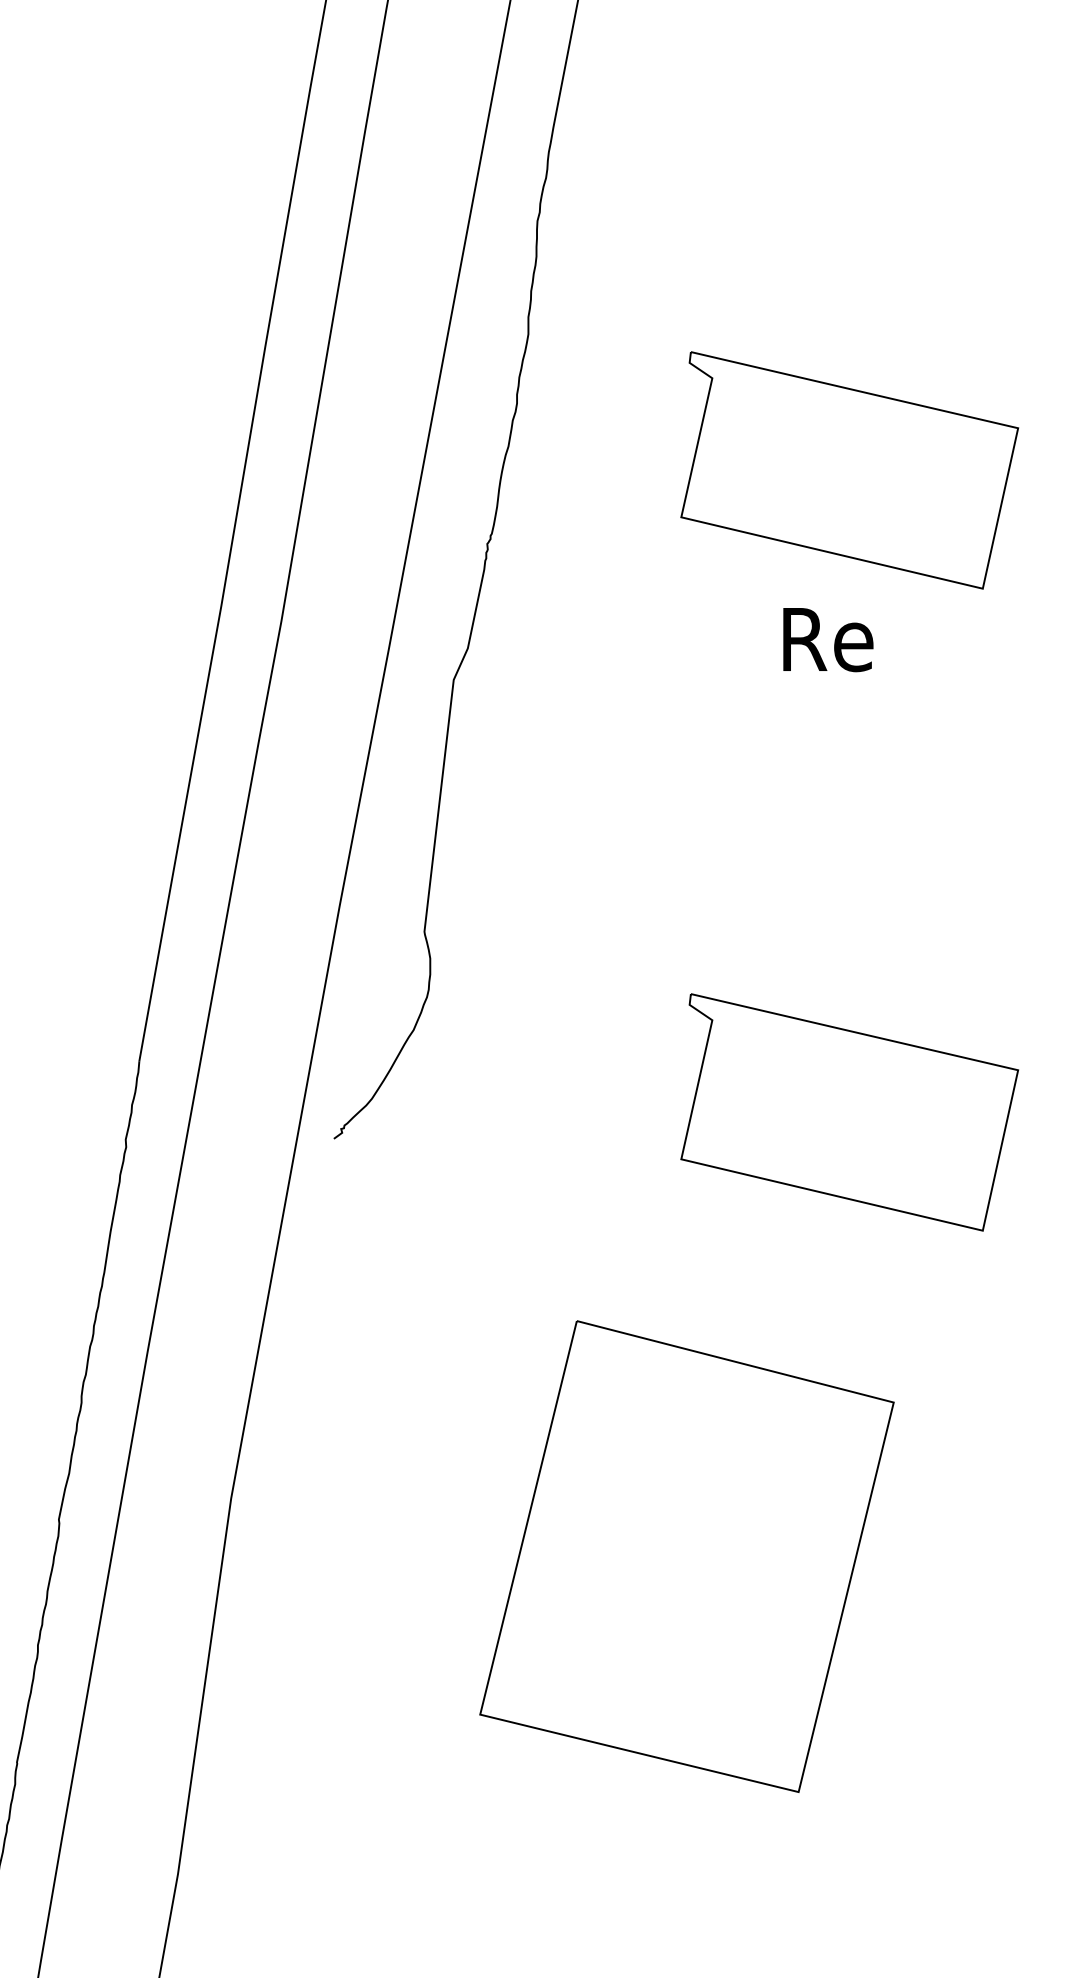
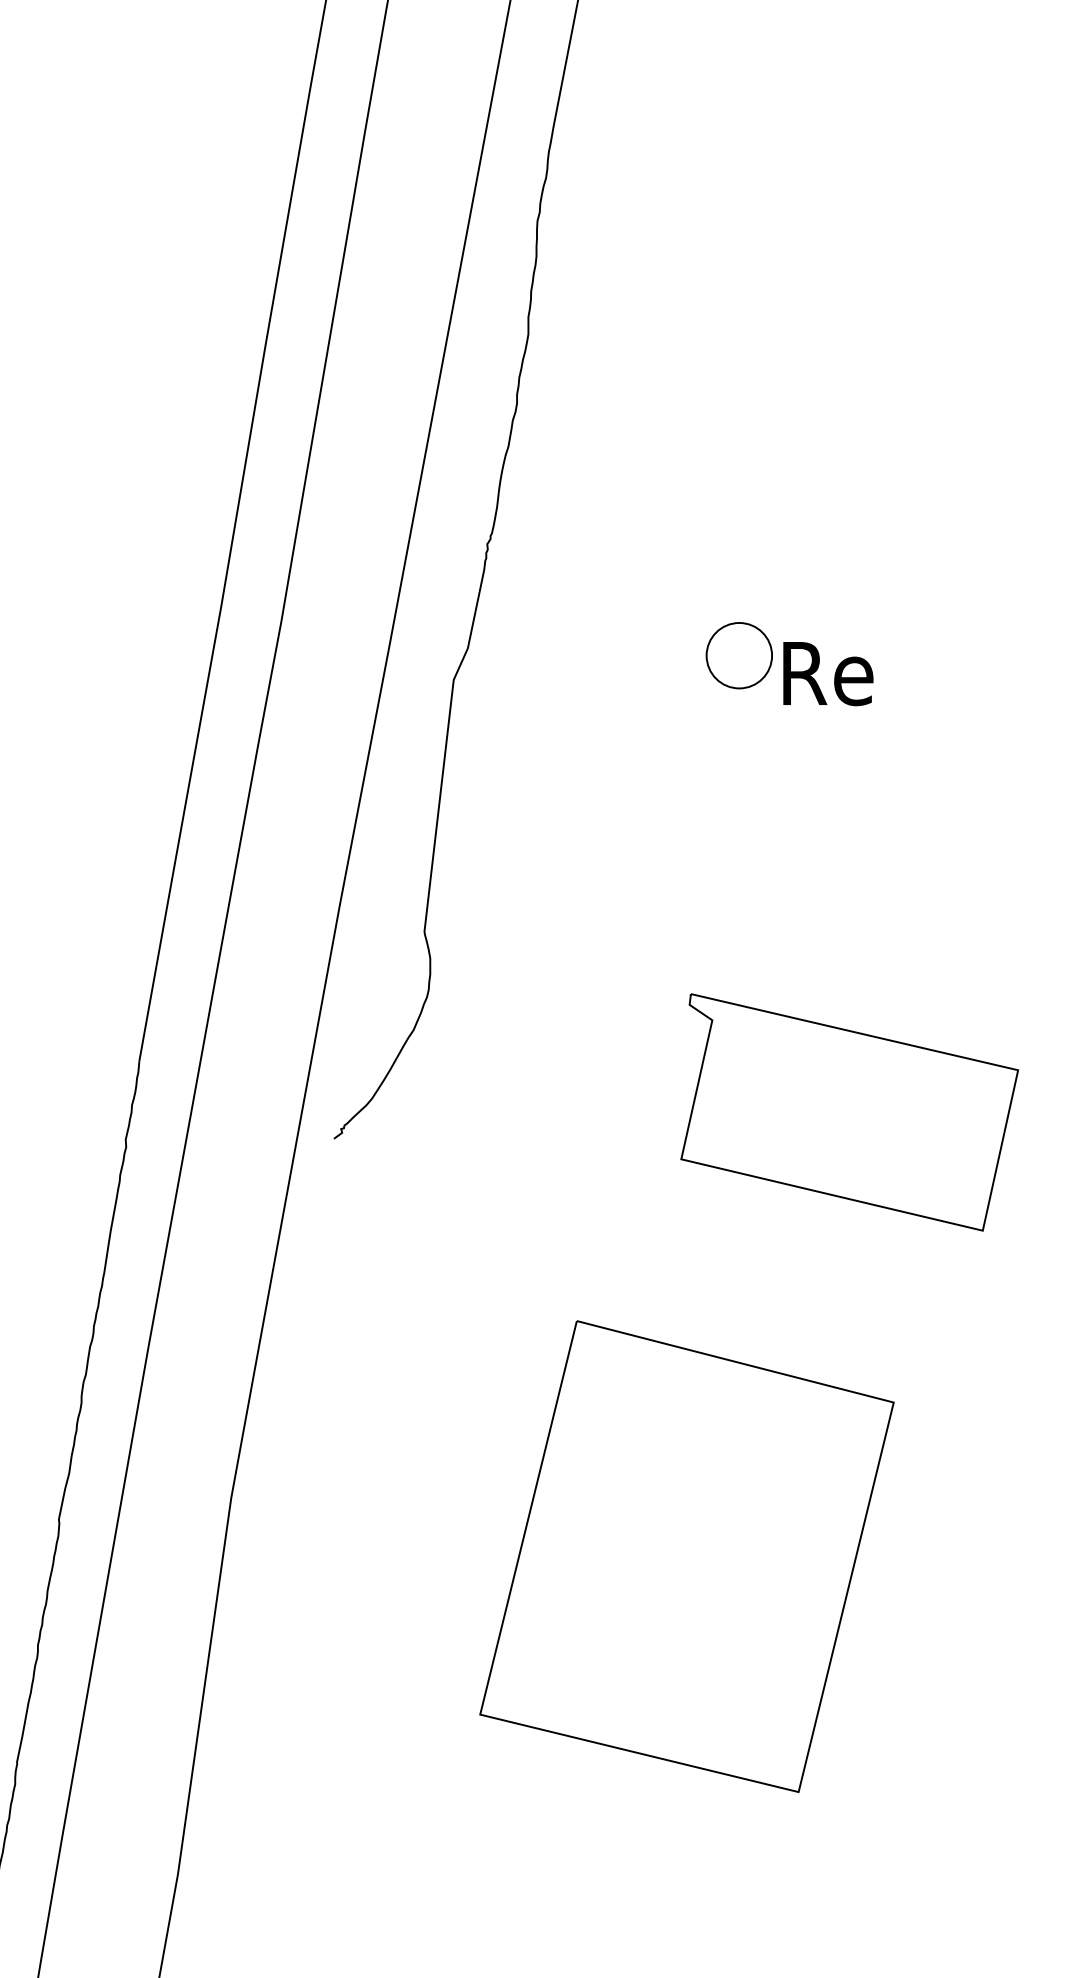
part at (849, 470): present -> none
text at (828, 640) position: (828, 640) -> (828, 674)
circle at (738, 655): none -> present
